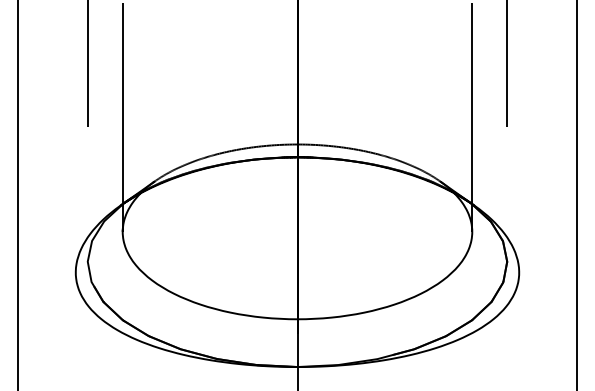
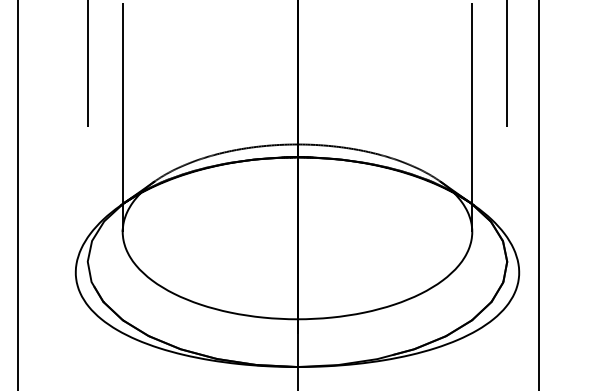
line at (577, 194) position: (577, 194) -> (539, 194)
